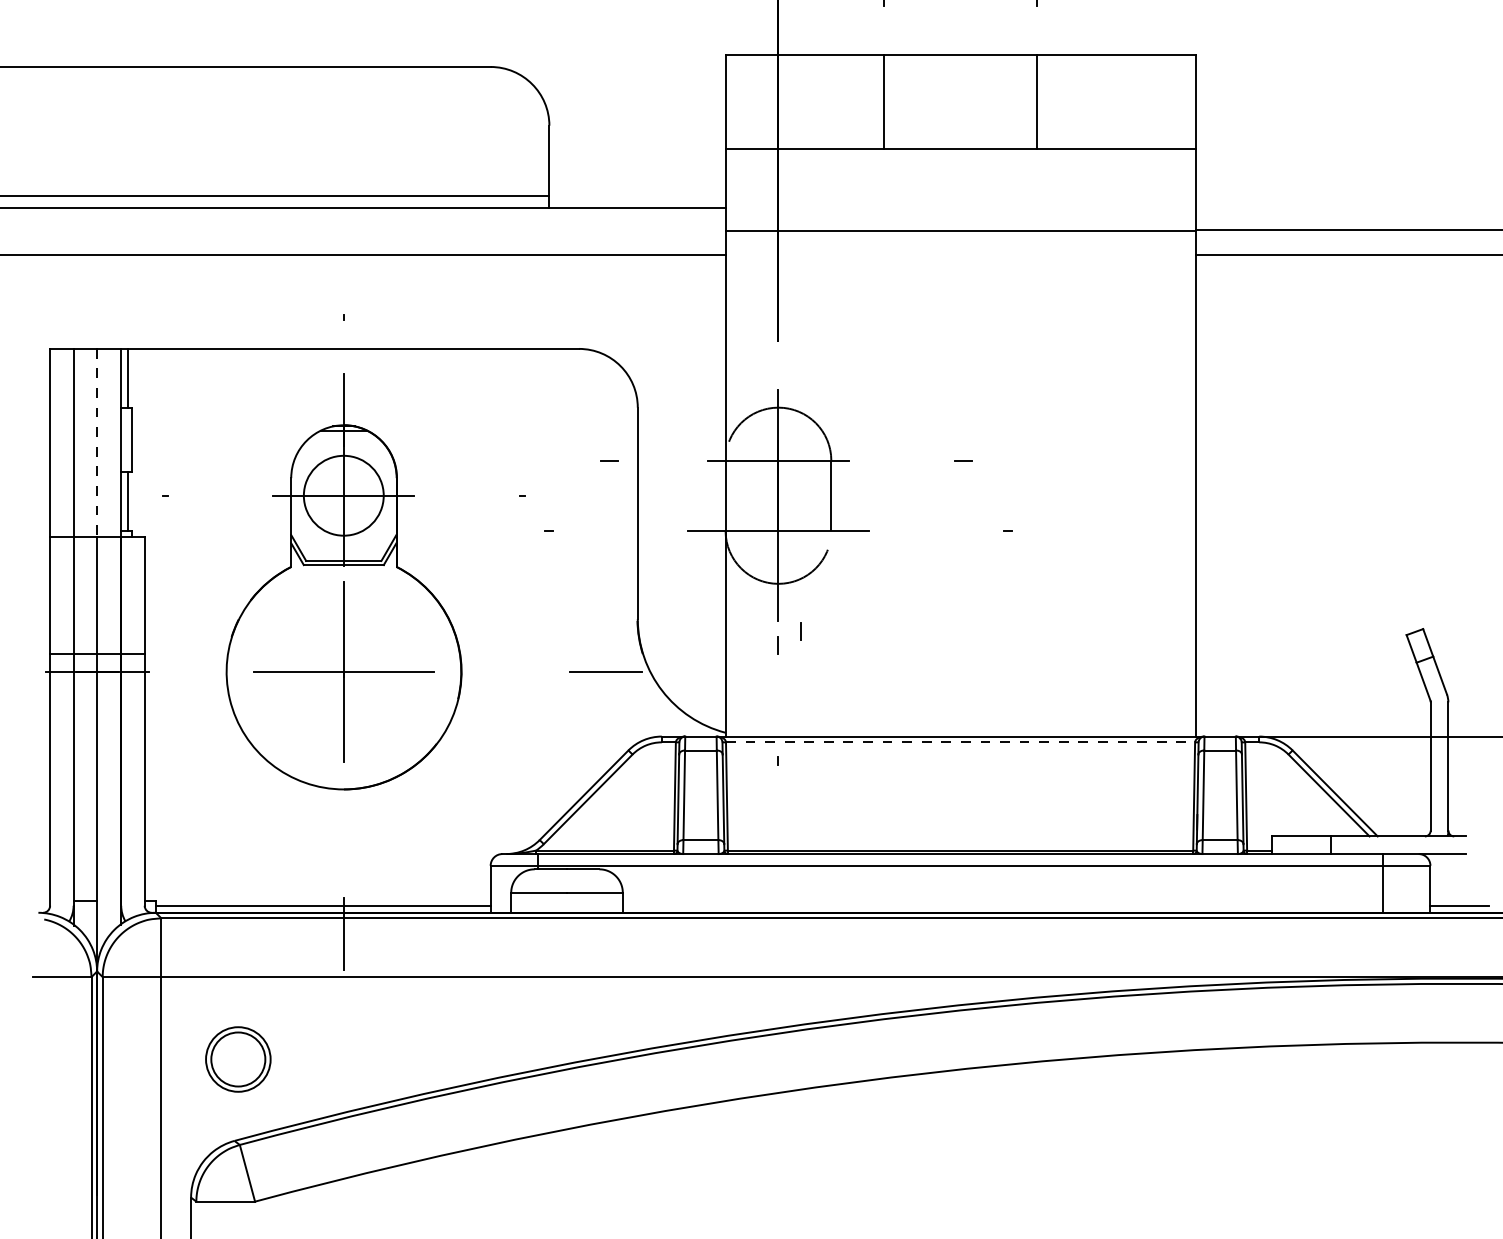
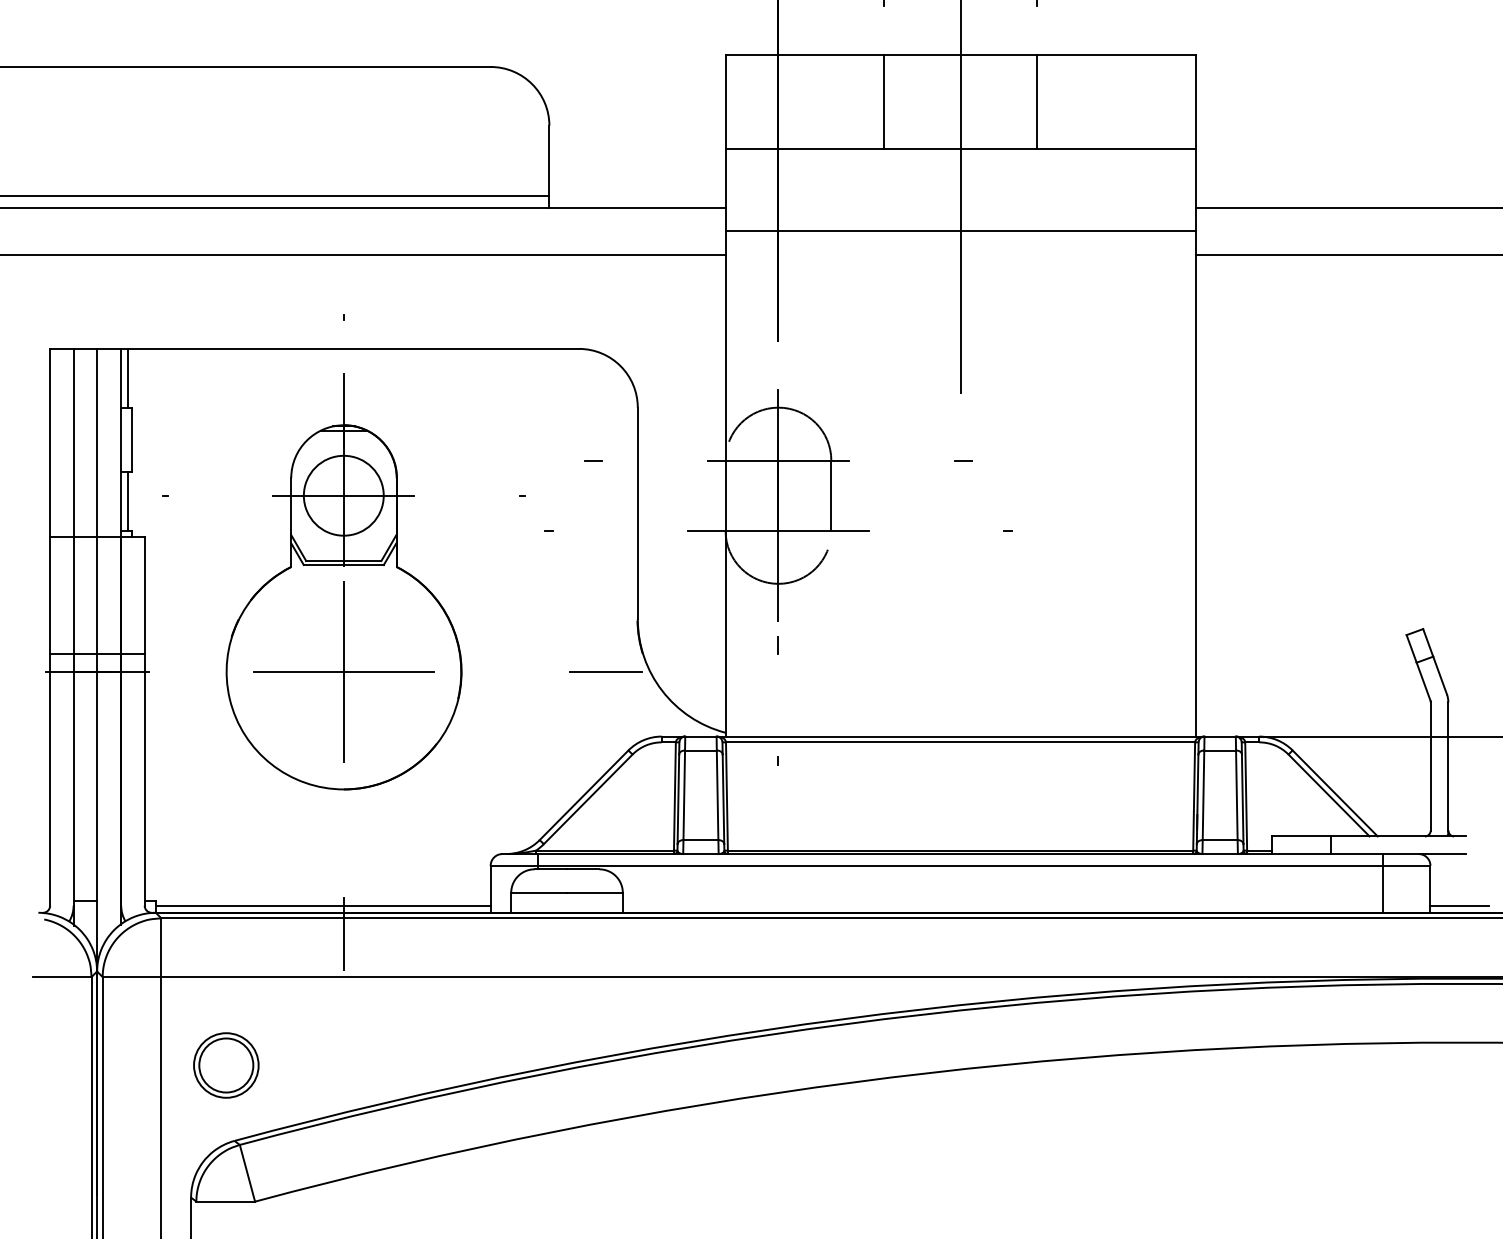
line at (960, 197): none -> present
line at (1347, 229) position: (1347, 229) -> (1347, 207)
line at (97, 442): dashed -> solid
line at (609, 460) position: (609, 460) -> (593, 460)
line at (800, 631): present -> none
line at (960, 742): dashed -> solid
part at (238, 1059) position: (238, 1059) -> (226, 1065)
